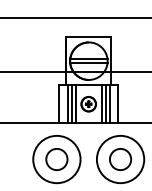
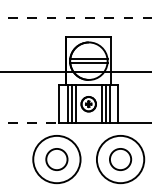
line at (76, 17): solid -> dashed
line at (30, 123): solid -> dashed
